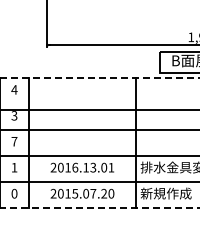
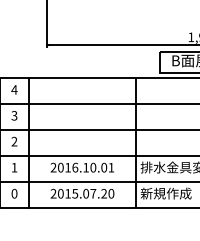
line at (100, 78): dashed -> solid
line at (99, 110) position: (99, 110) -> (99, 104)
text at (14, 141): 7 -> 2
text at (93, 167): 2016.13.01 -> 2016.10.01
line at (100, 208): dashed -> solid
